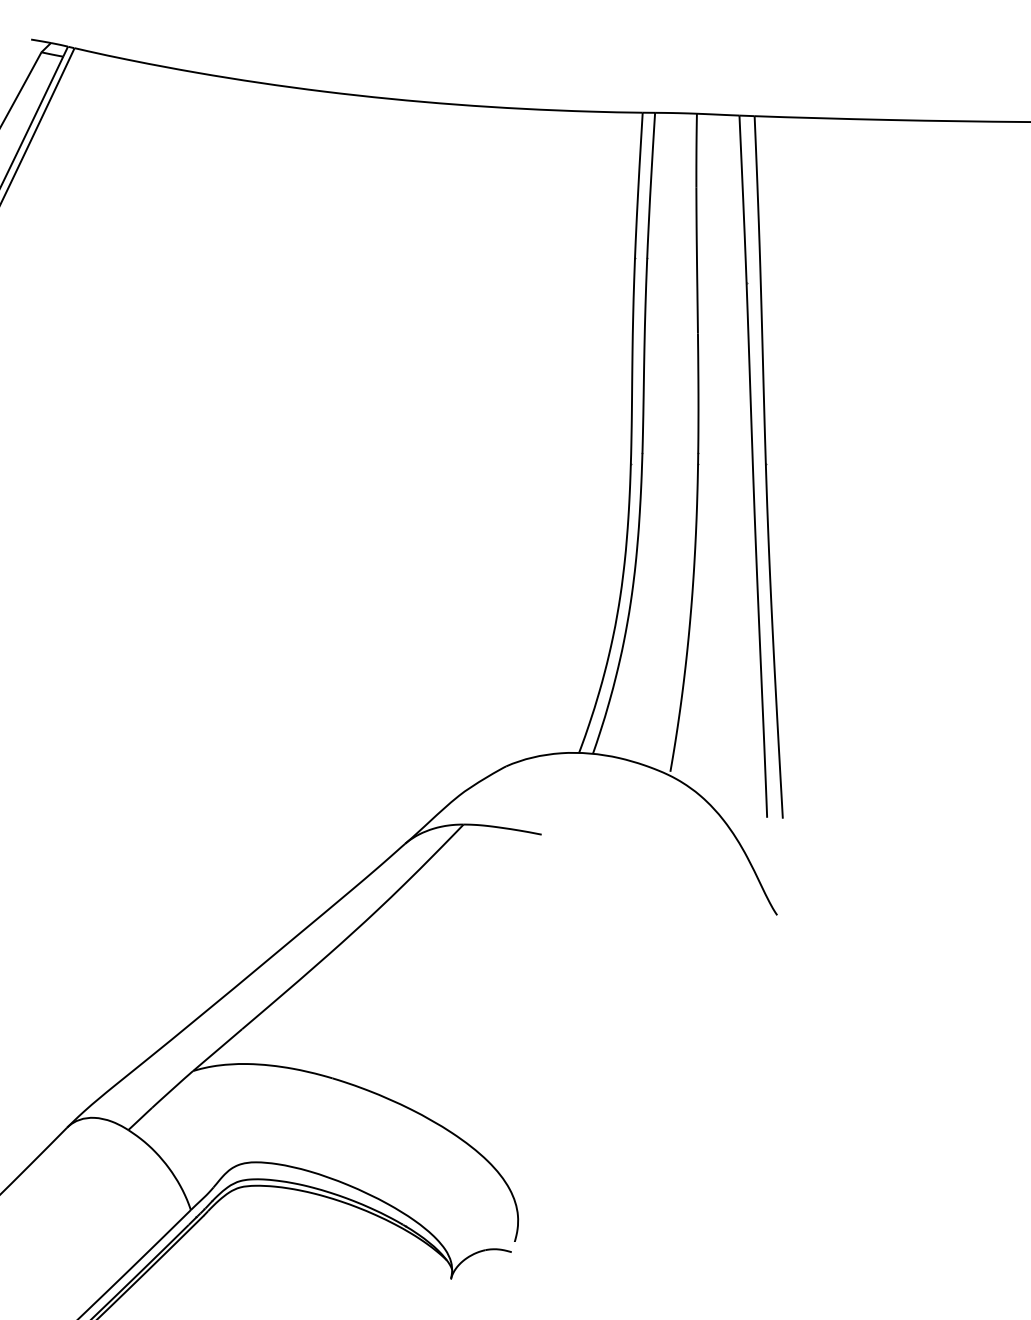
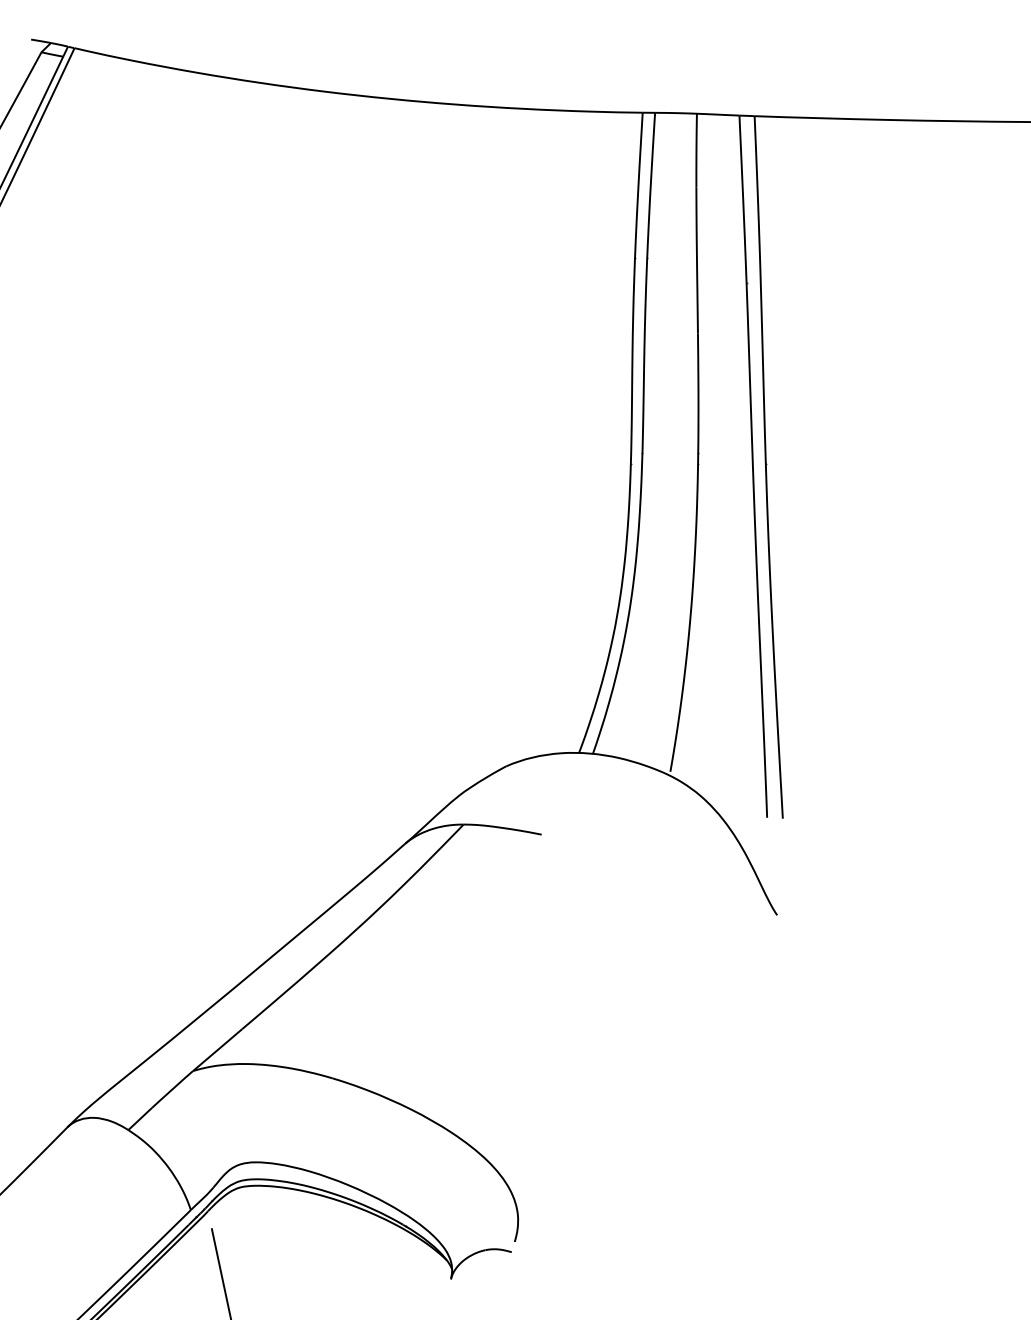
line at (220, 1272): none -> present
